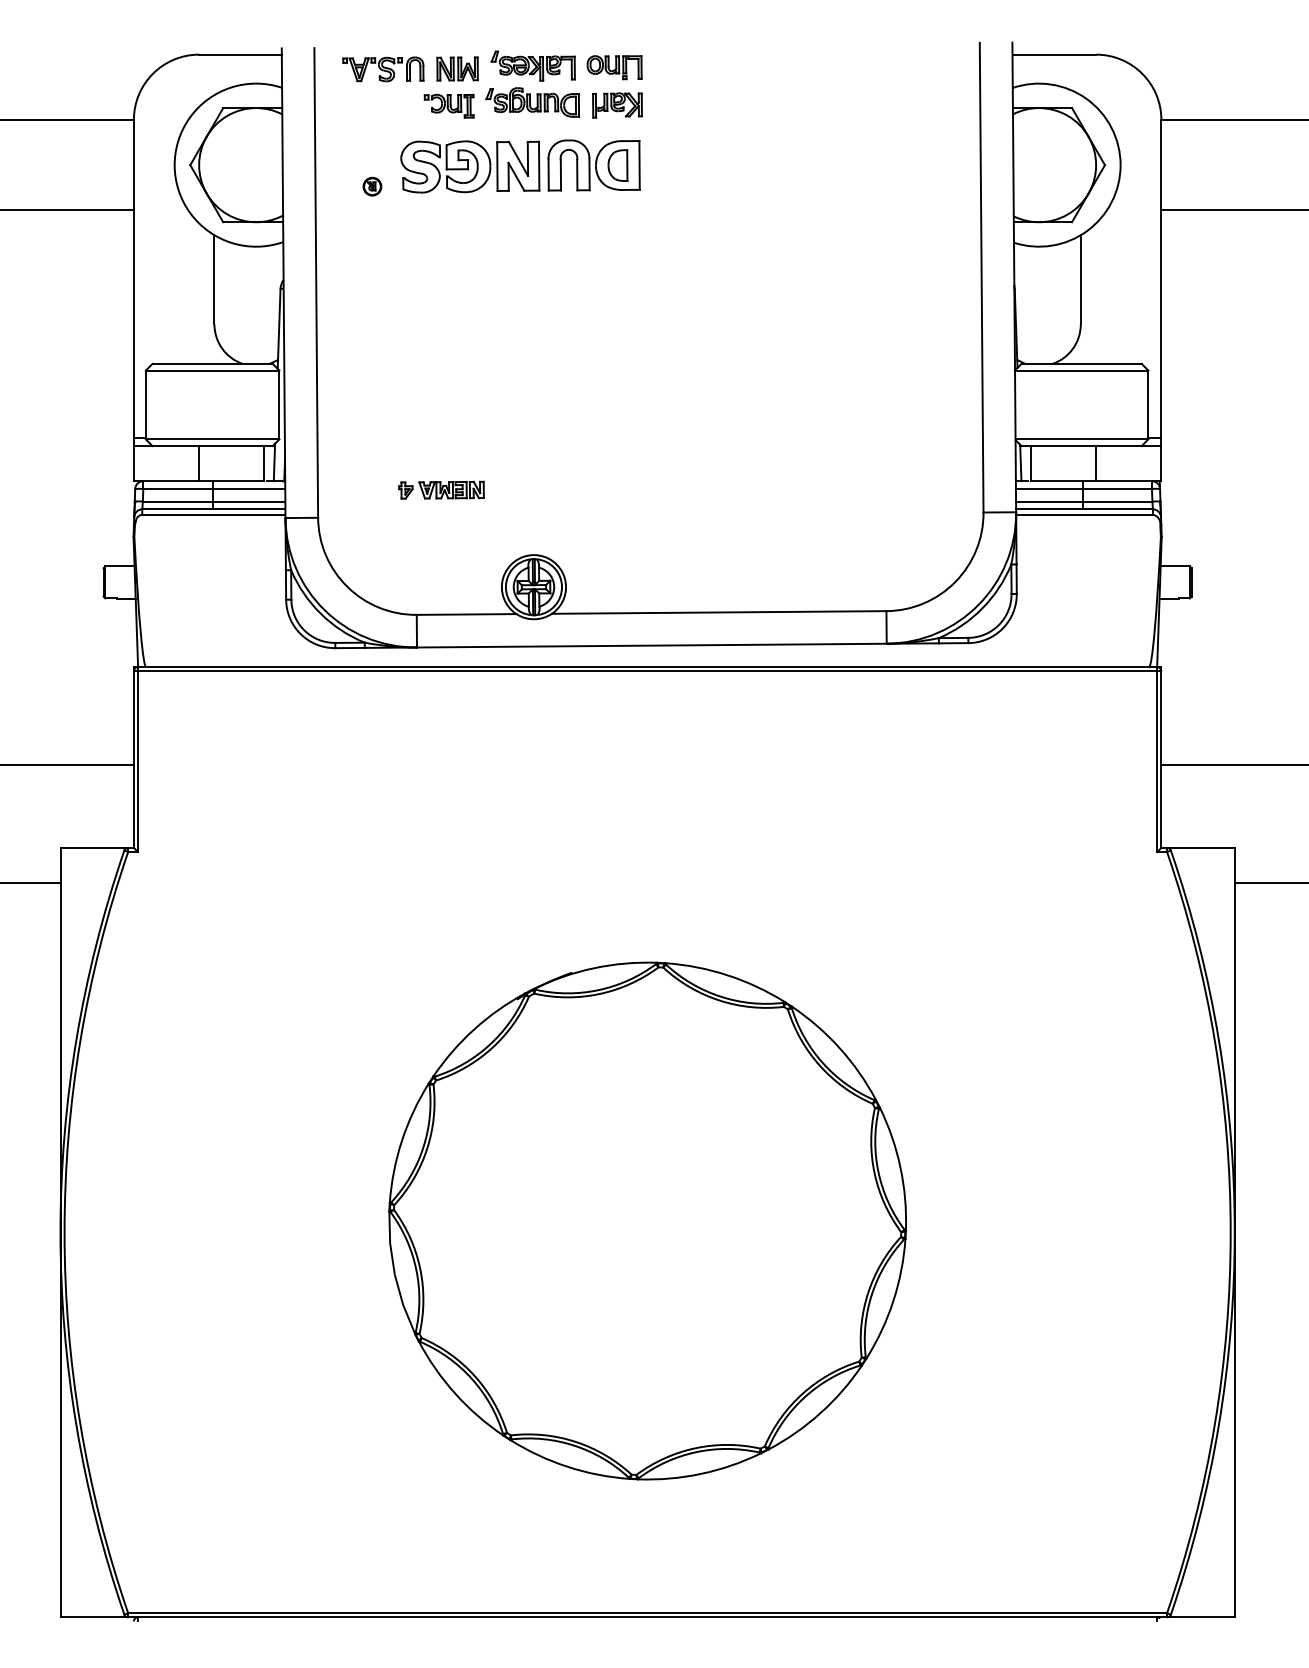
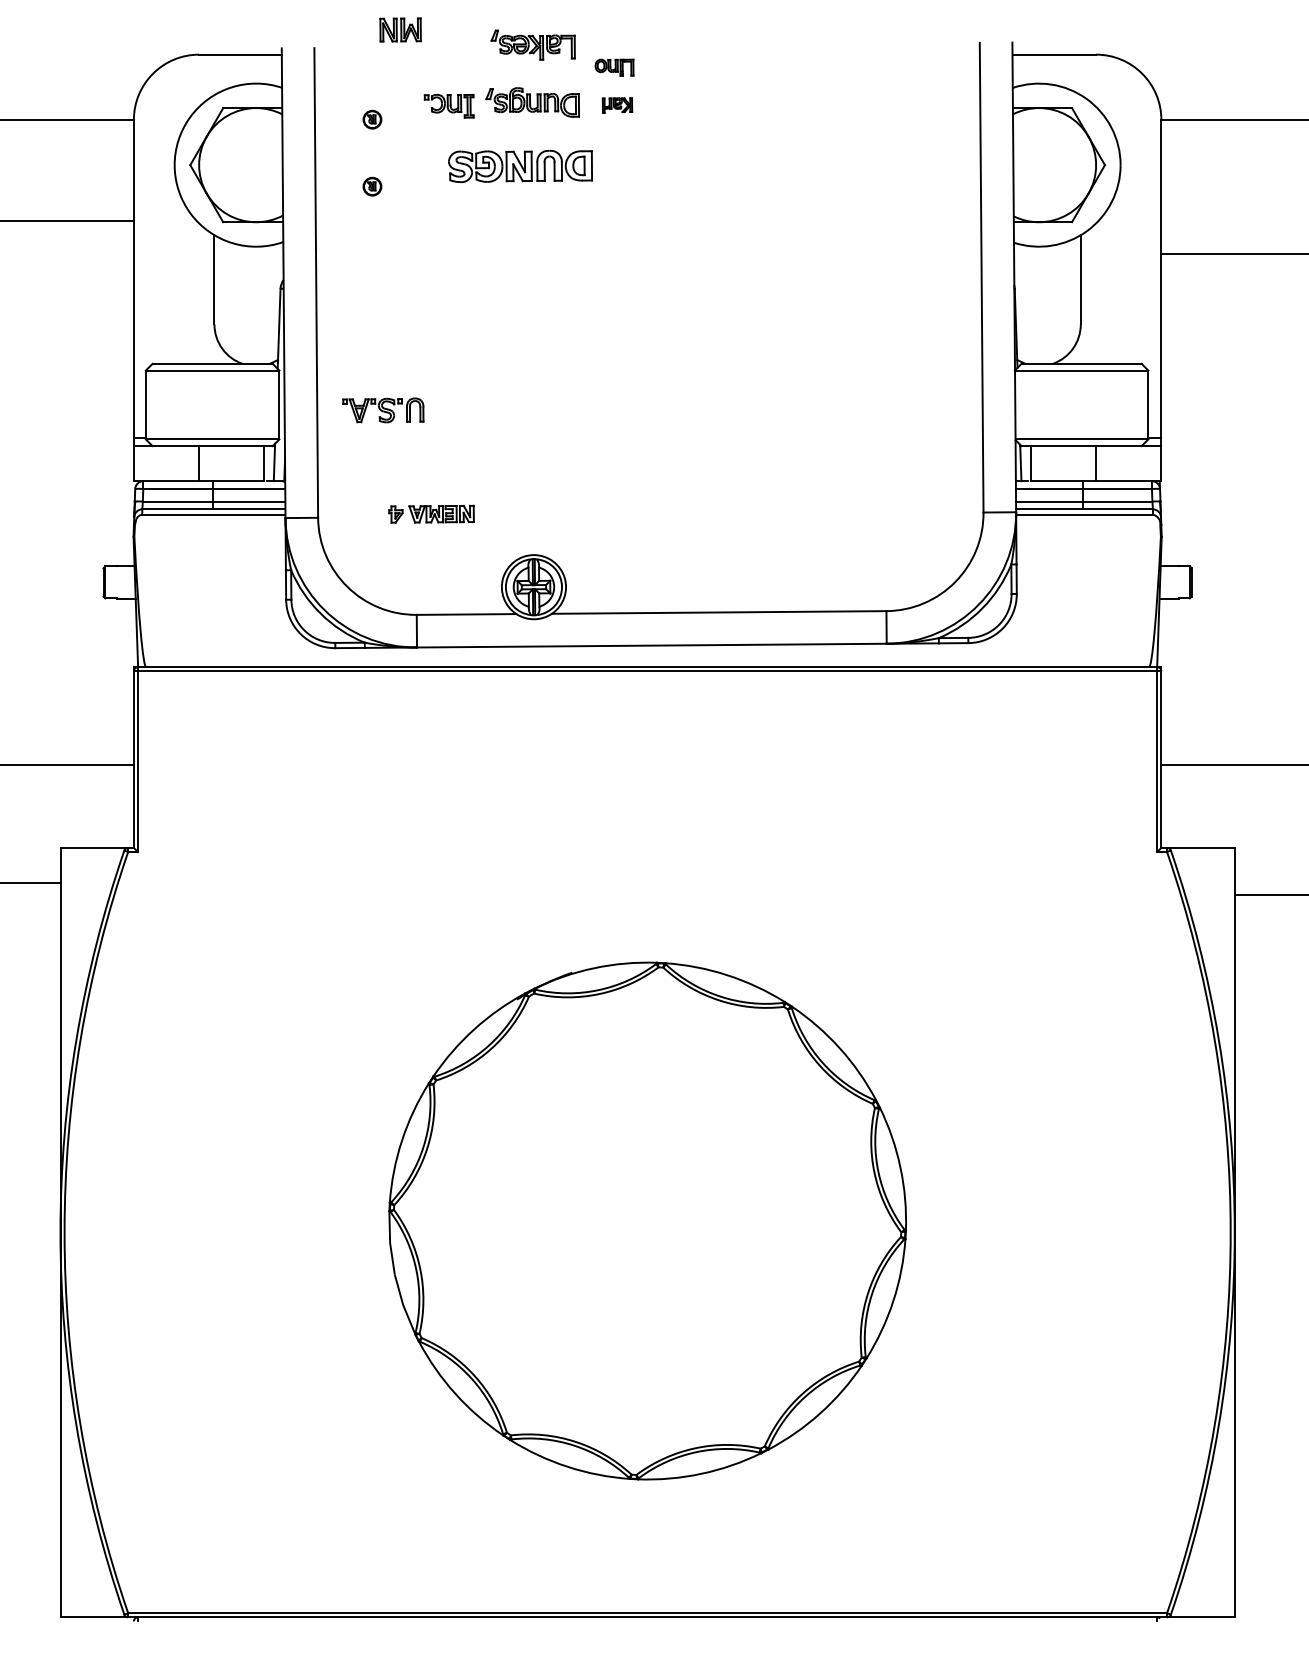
part at (532, 65) position: (532, 65) -> (532, 44)
part at (614, 67) size: 57x26 px -> 41x19 px
part at (457, 68) position: (457, 68) -> (400, 29)
part at (383, 69) position: (383, 69) -> (383, 410)
part at (617, 105) size: 51x27 px -> 33x17 px
part at (372, 119): none -> present
part at (520, 166) size: 241x55 px -> 145x34 px
line at (67, 210) position: (67, 210) -> (67, 221)
line at (1233, 210) position: (1233, 210) -> (1233, 254)
part at (441, 489) position: (441, 489) -> (431, 513)
line at (1269, 882) position: (1269, 882) -> (1269, 894)
